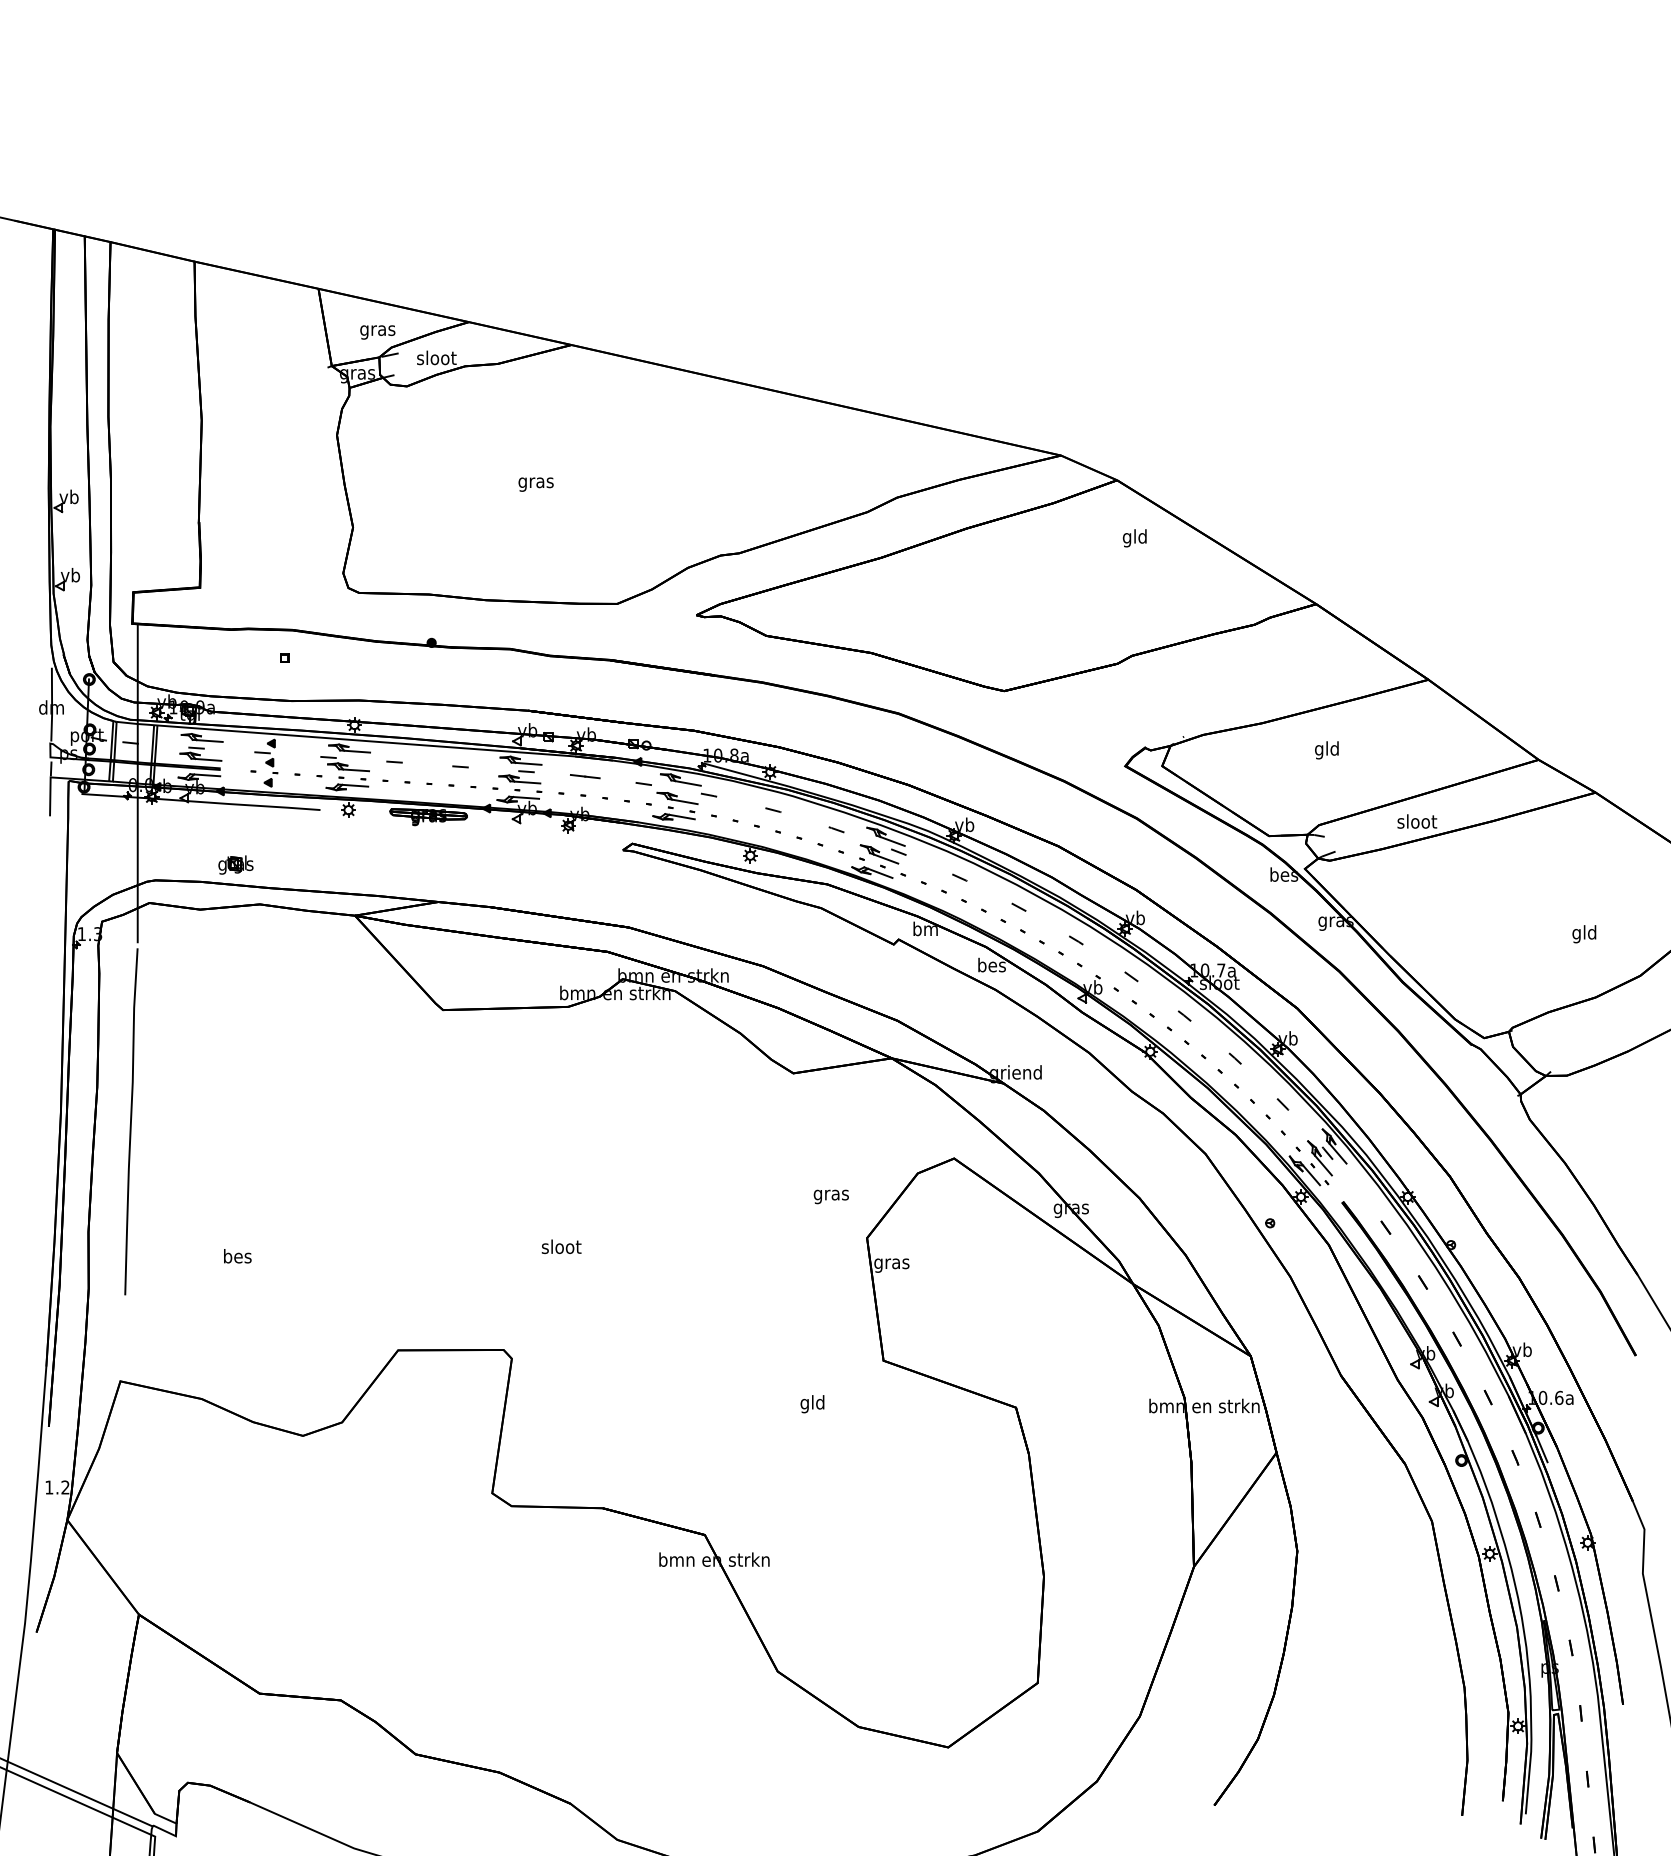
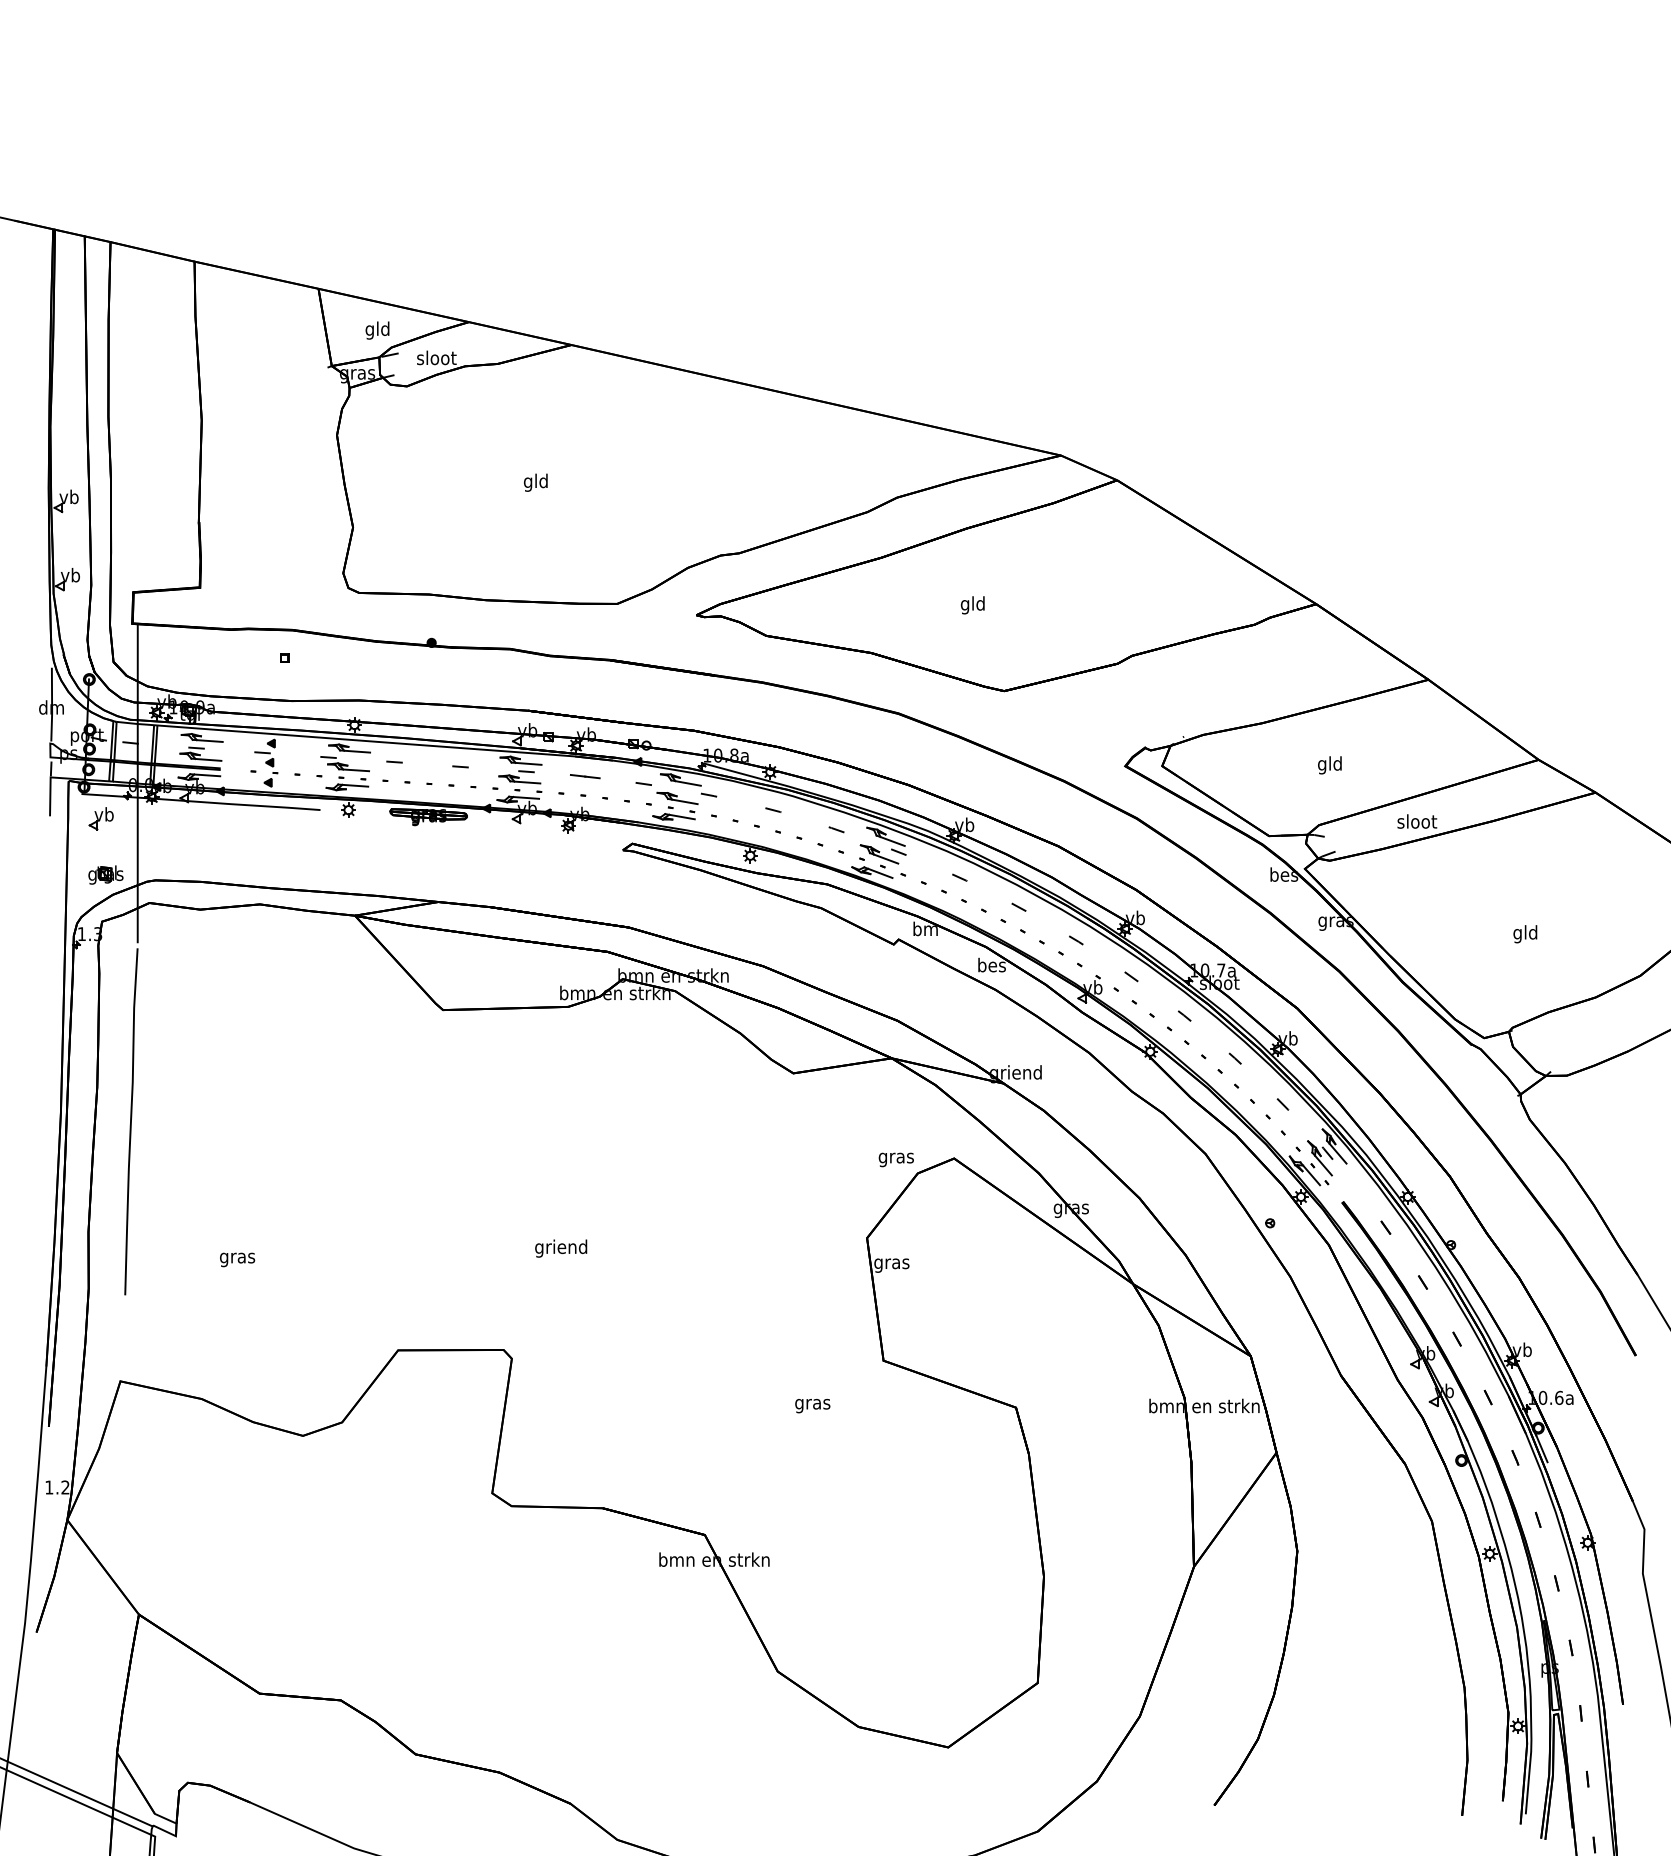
text at (377, 330): gras -> gld
text at (535, 482): gras -> gld
text at (1134, 538) position: (1134, 538) -> (972, 605)
text at (1326, 750) position: (1326, 750) -> (1329, 765)
part at (100, 818): none -> present
part at (235, 864) position: (235, 864) -> (105, 874)
text at (1584, 934) position: (1584, 934) -> (1525, 934)
text at (830, 1196) position: (830, 1196) -> (895, 1159)
text at (561, 1248): sloot -> griend
text at (237, 1258): bes -> gras
text at (812, 1404): gld -> gras
